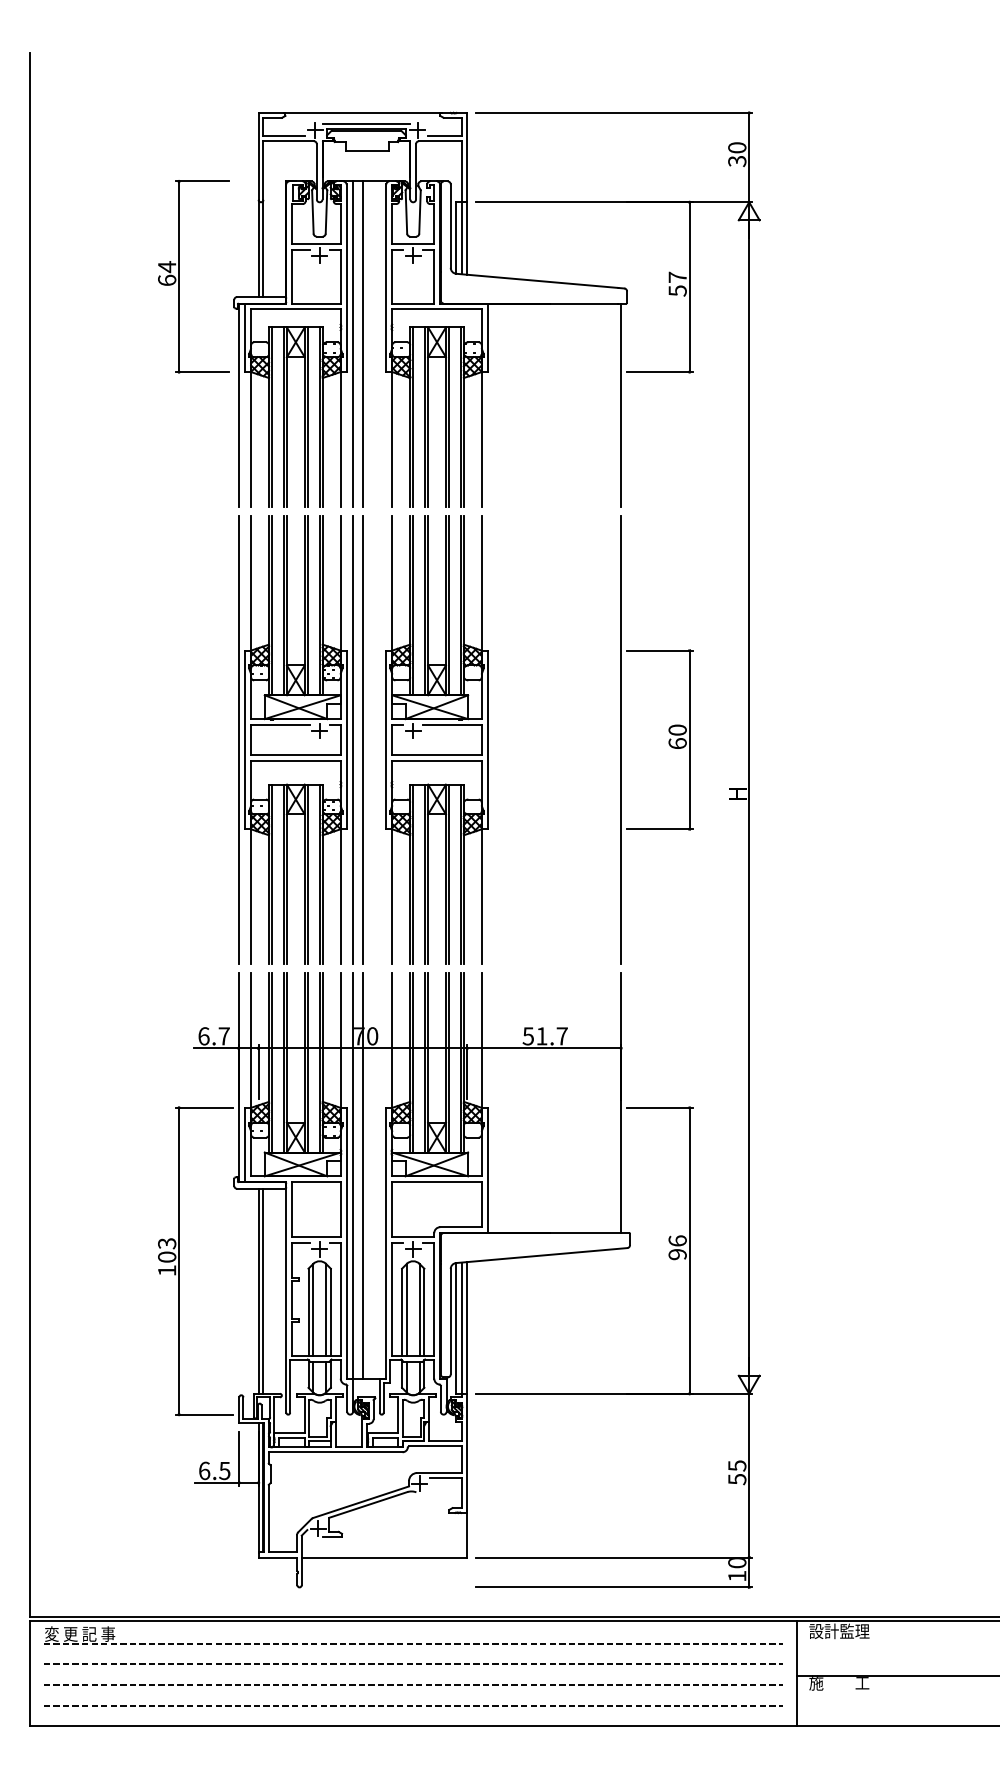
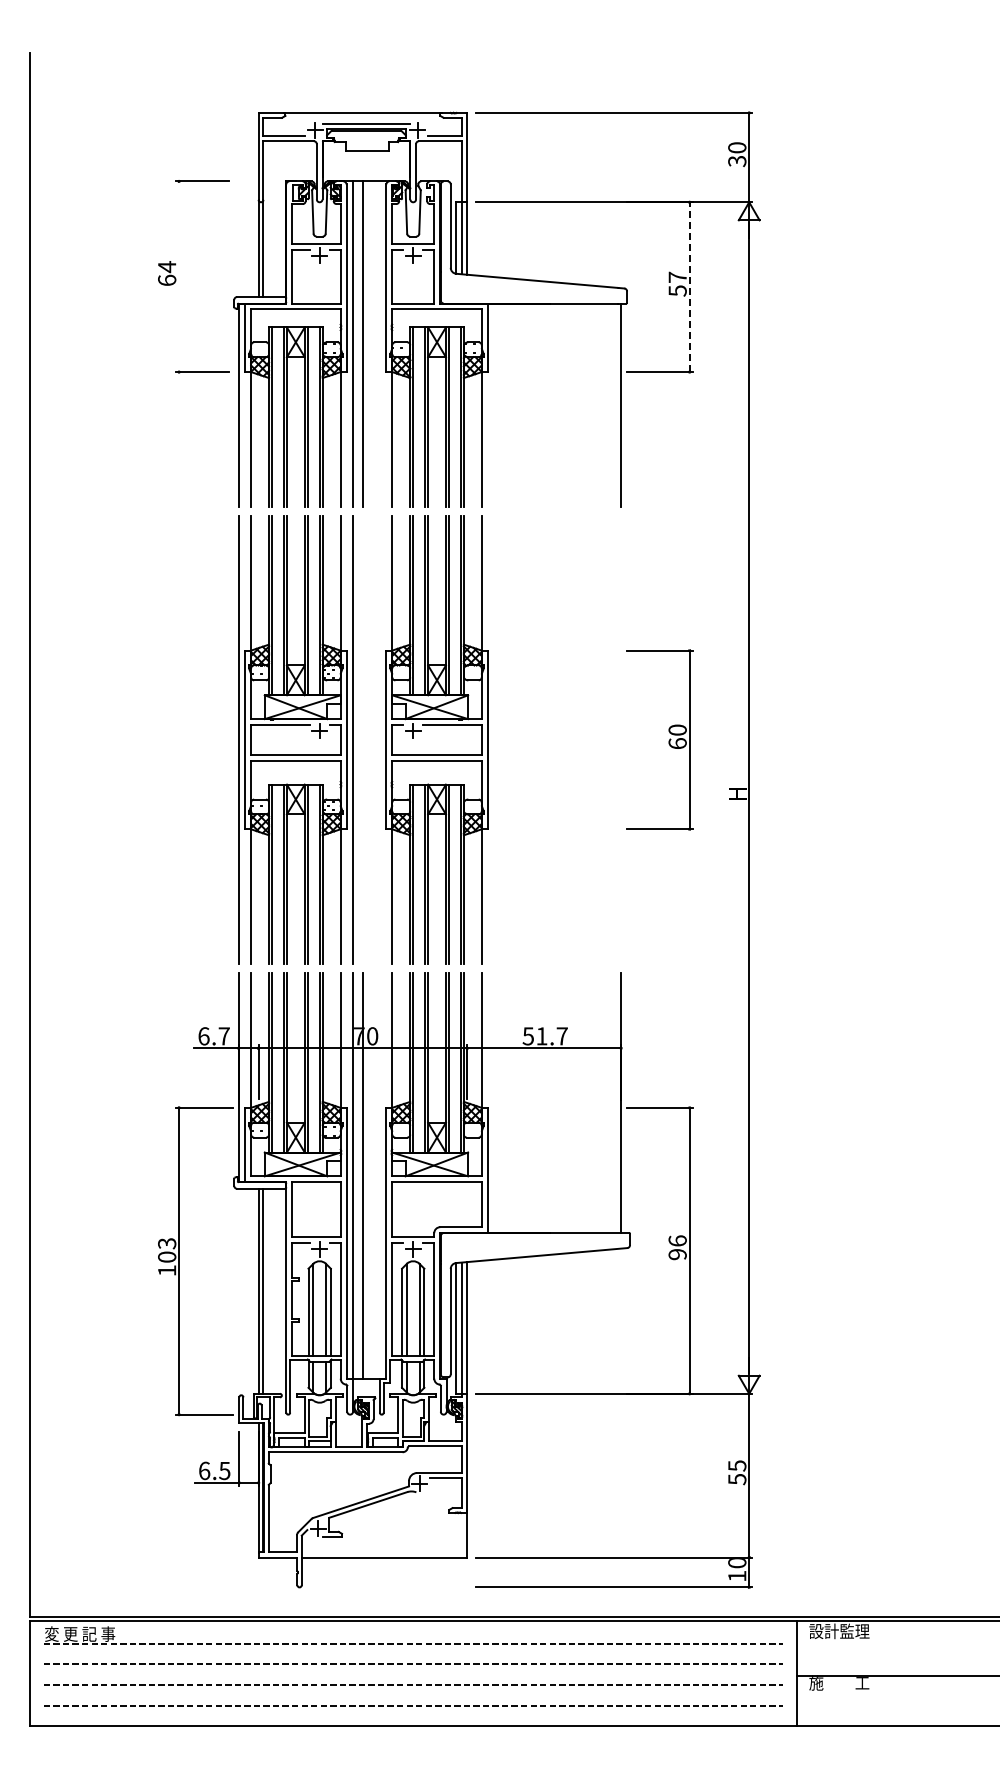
line at (179, 276): present -> none
line at (689, 287): solid -> dashed
line at (362, 739): present -> none
line at (621, 739): present -> none
